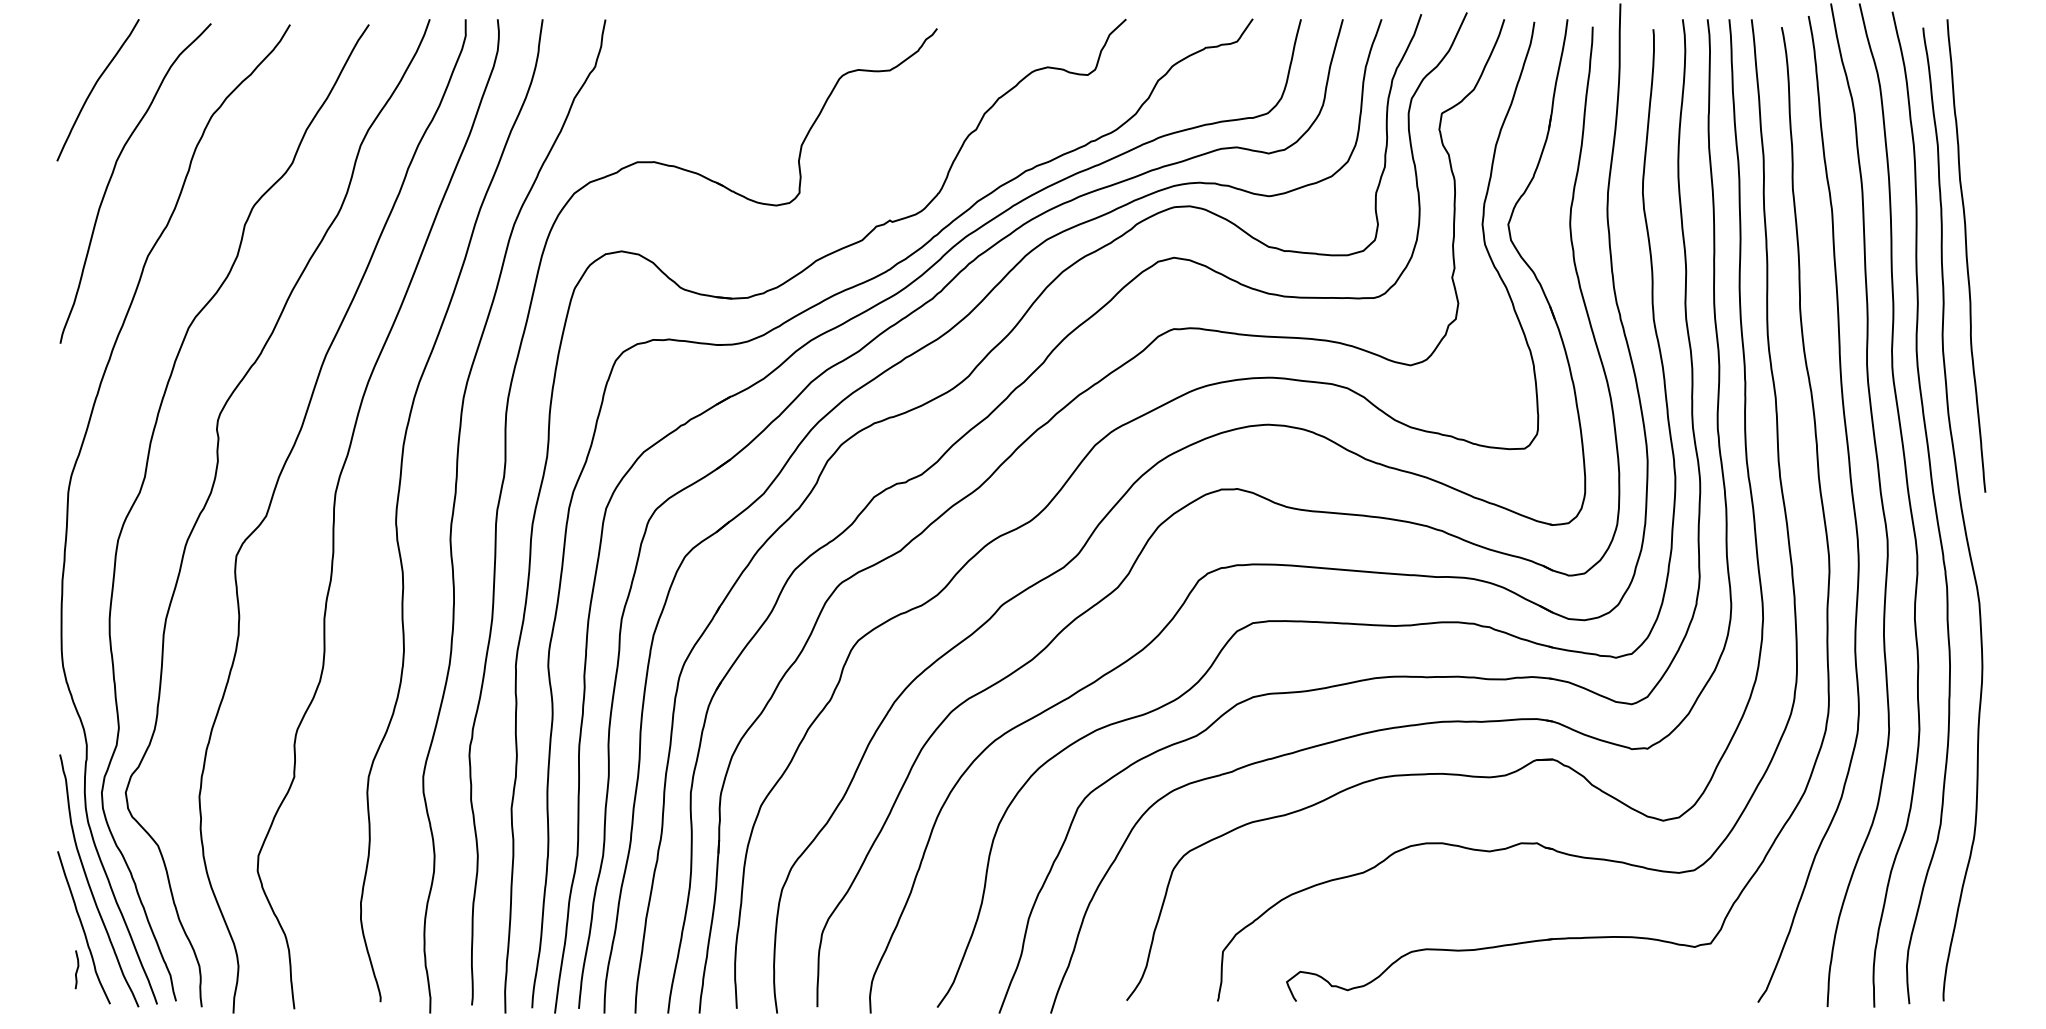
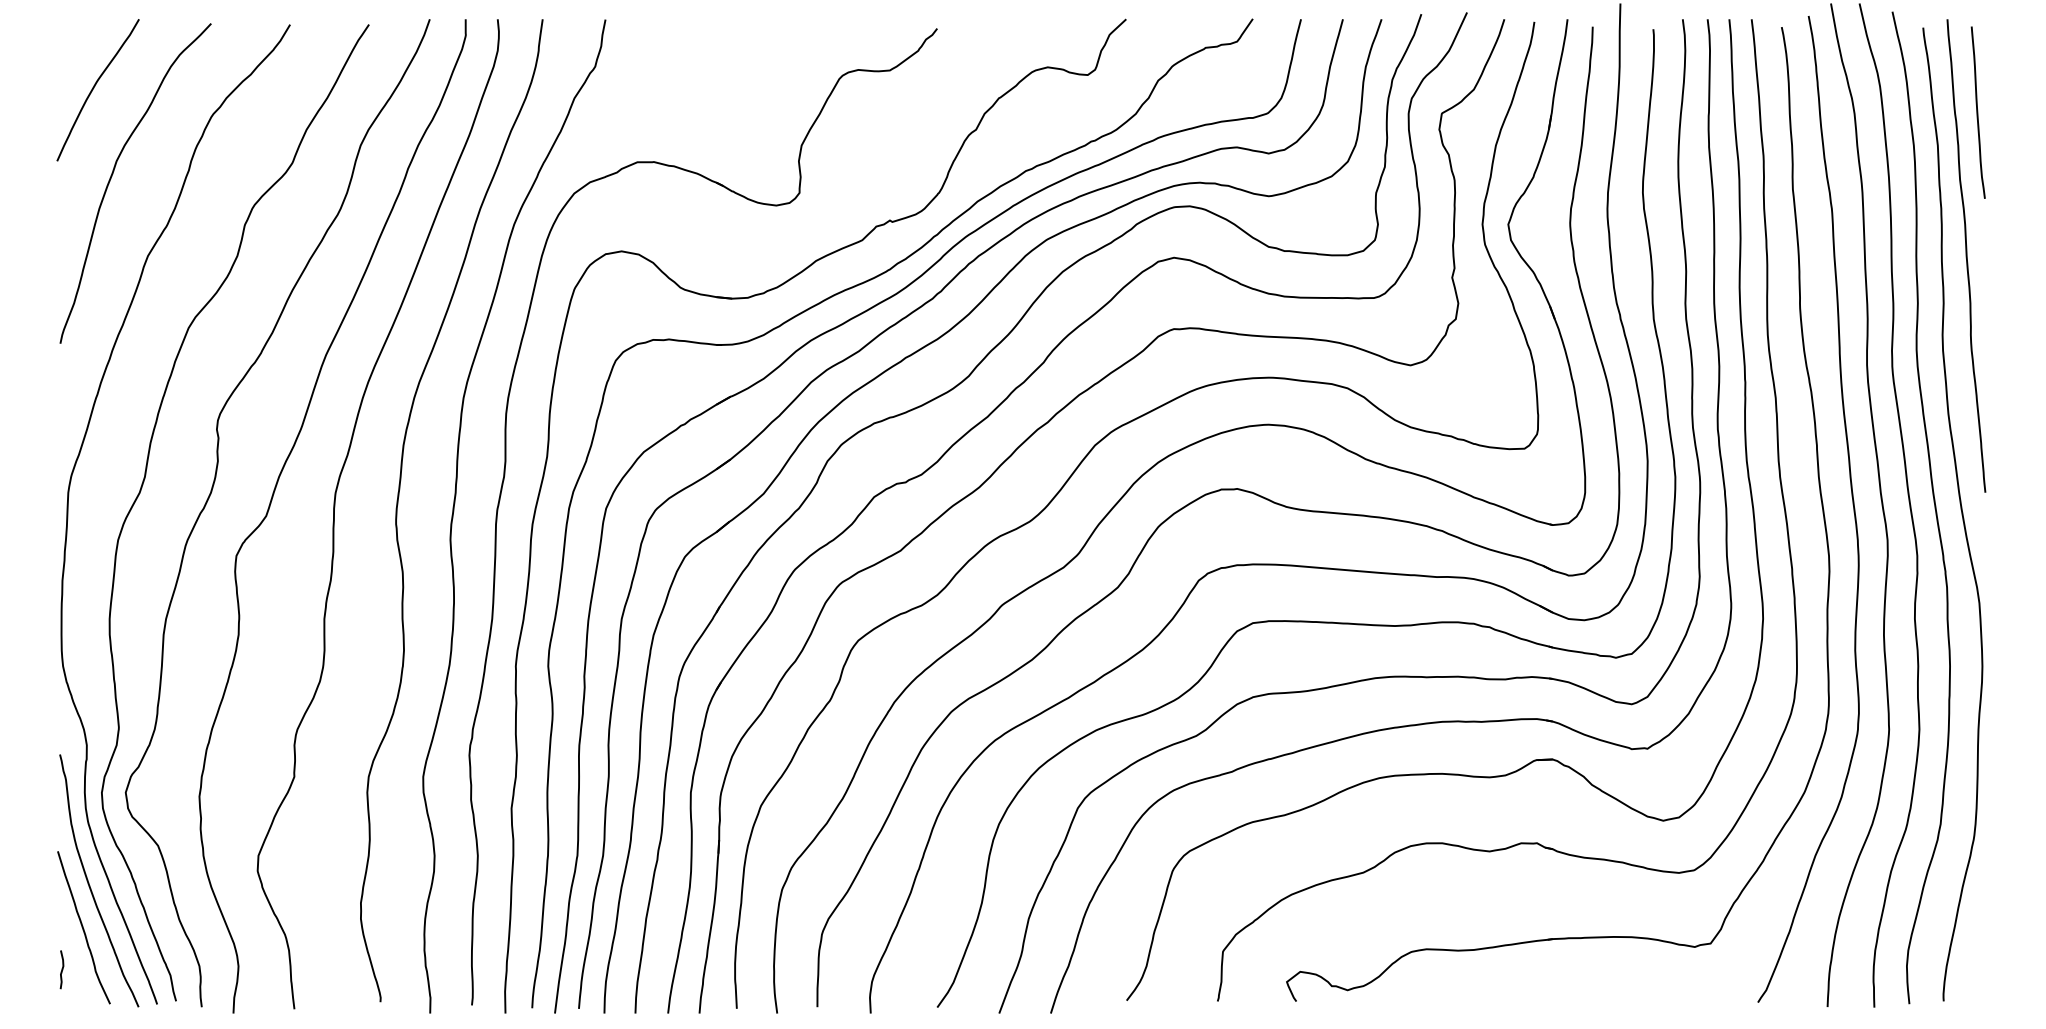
curve at (1977, 112): none -> present
curve at (76, 969) position: (76, 969) -> (61, 969)
